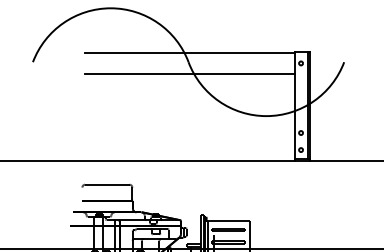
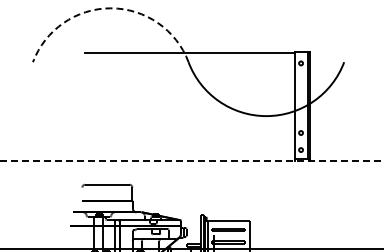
arc at (110, 8): solid -> dashed
line at (190, 74): present -> none
line at (191, 161): solid -> dashed
